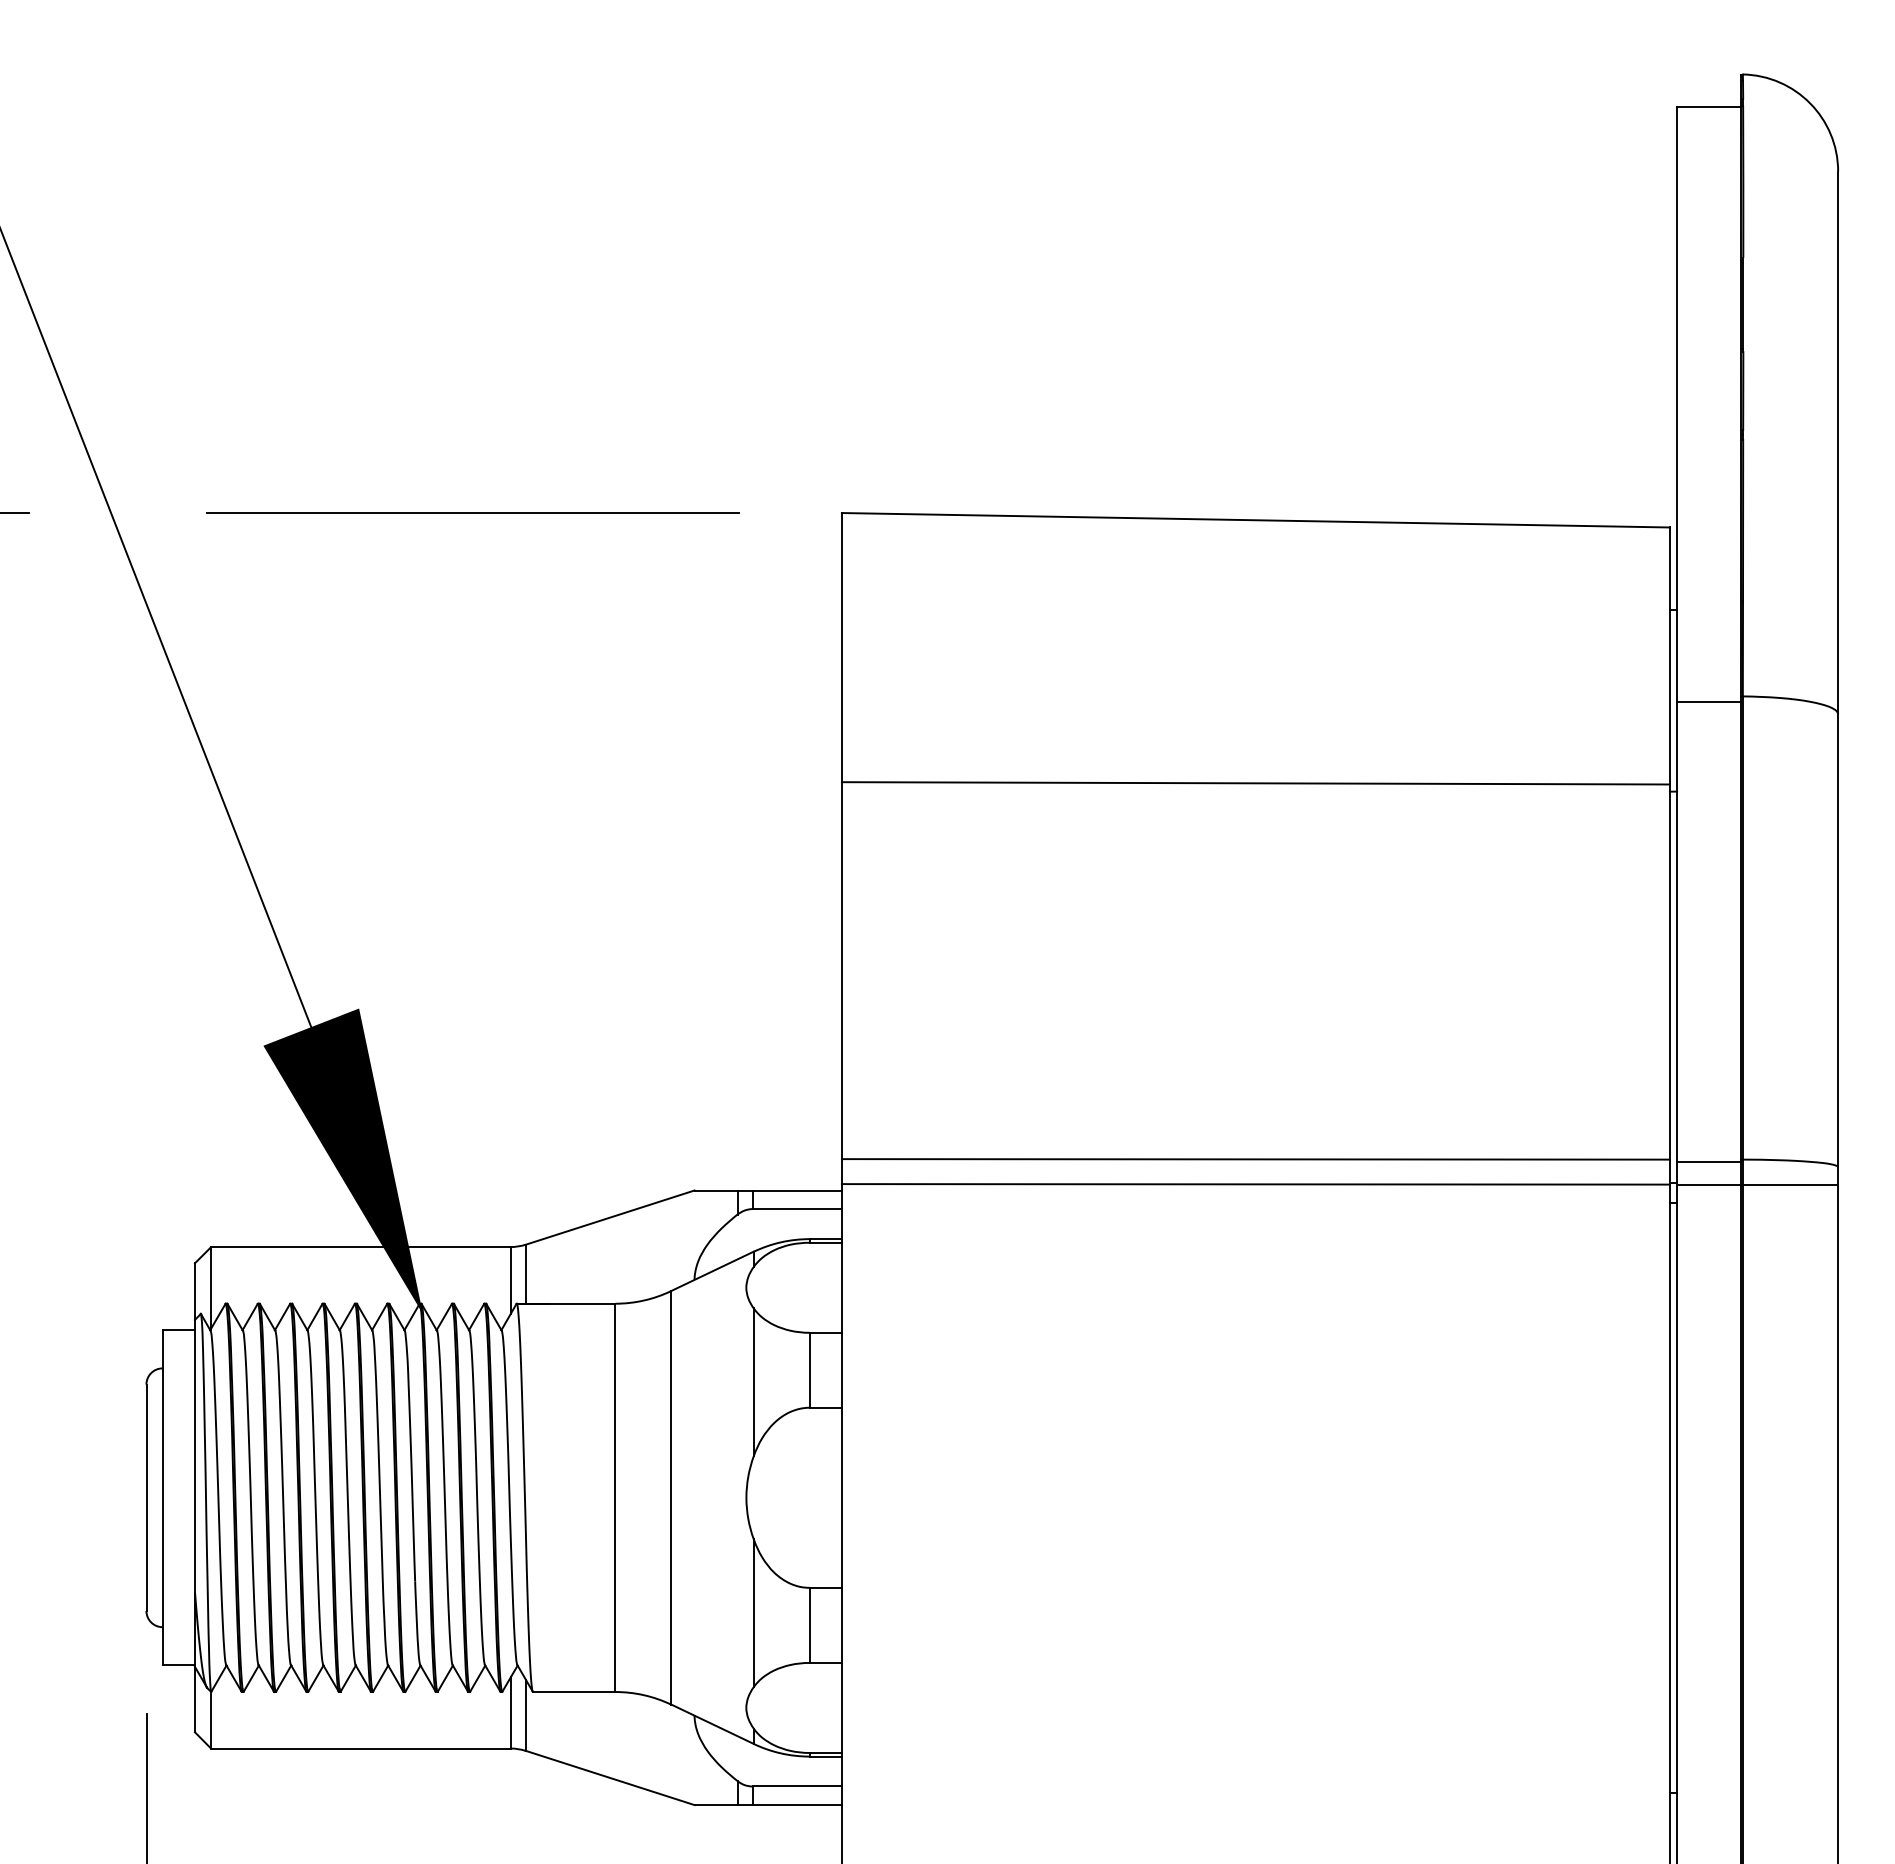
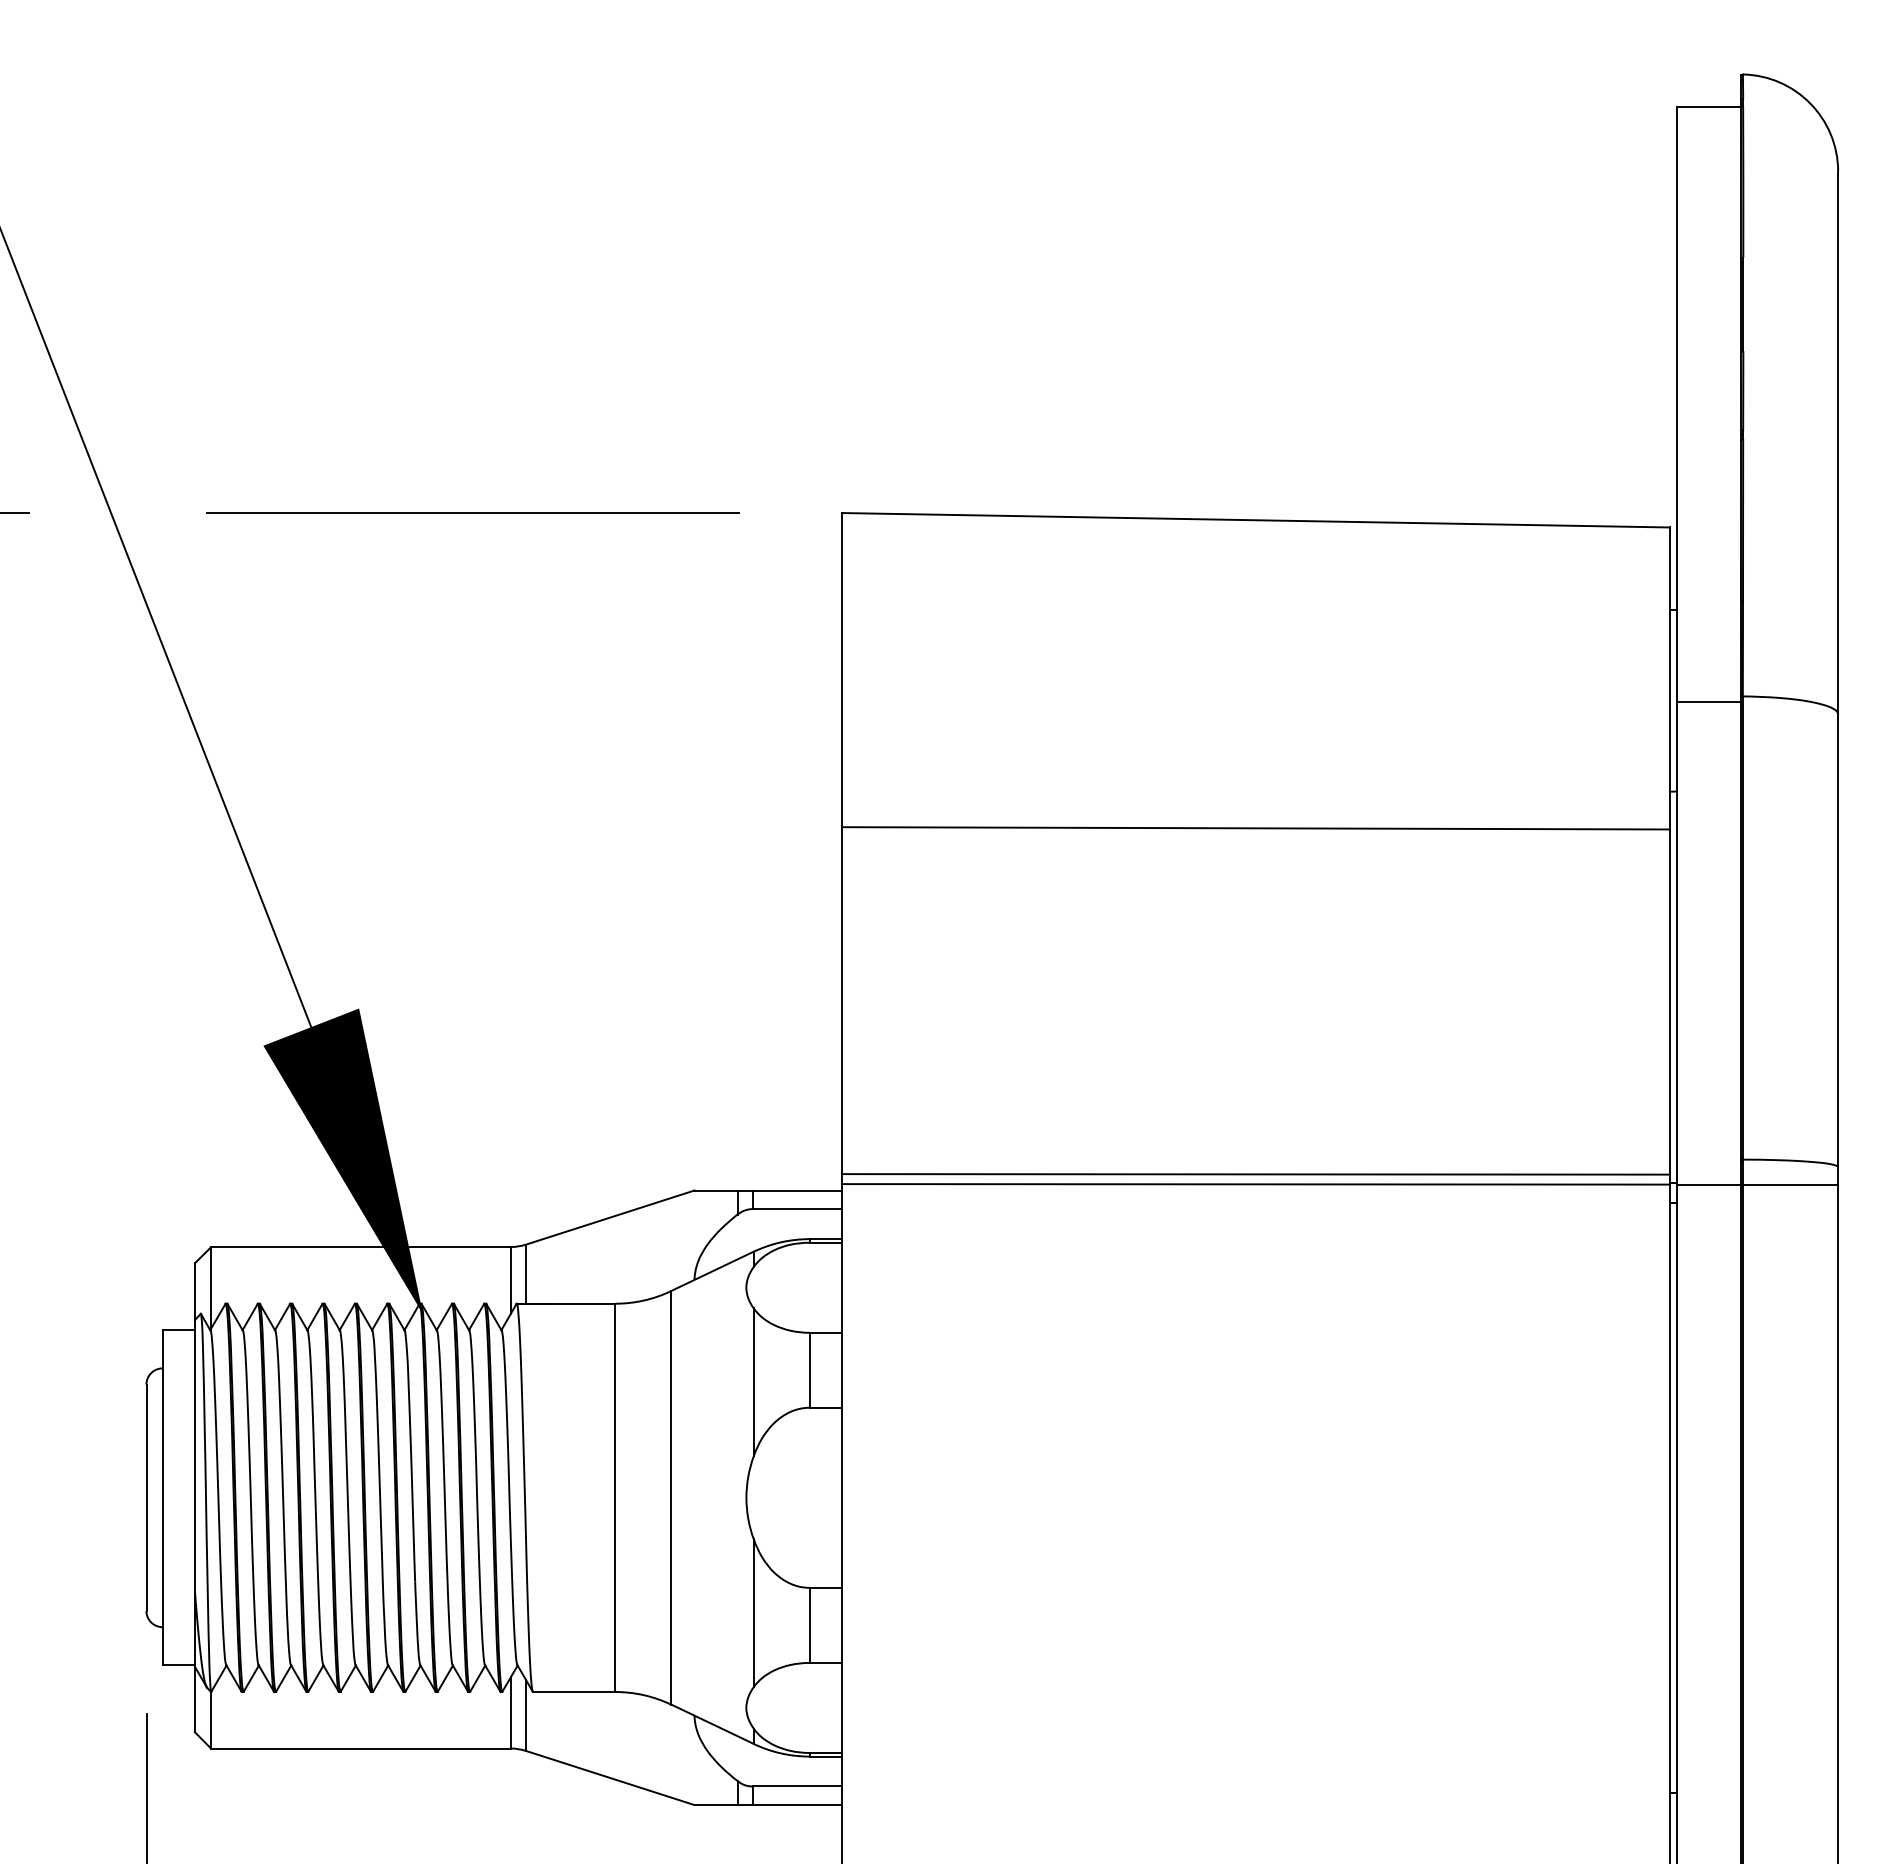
line at (1255, 783) position: (1255, 783) -> (1255, 828)
line at (1255, 1159) position: (1255, 1159) -> (1255, 1174)
line at (1709, 1162): present -> none
